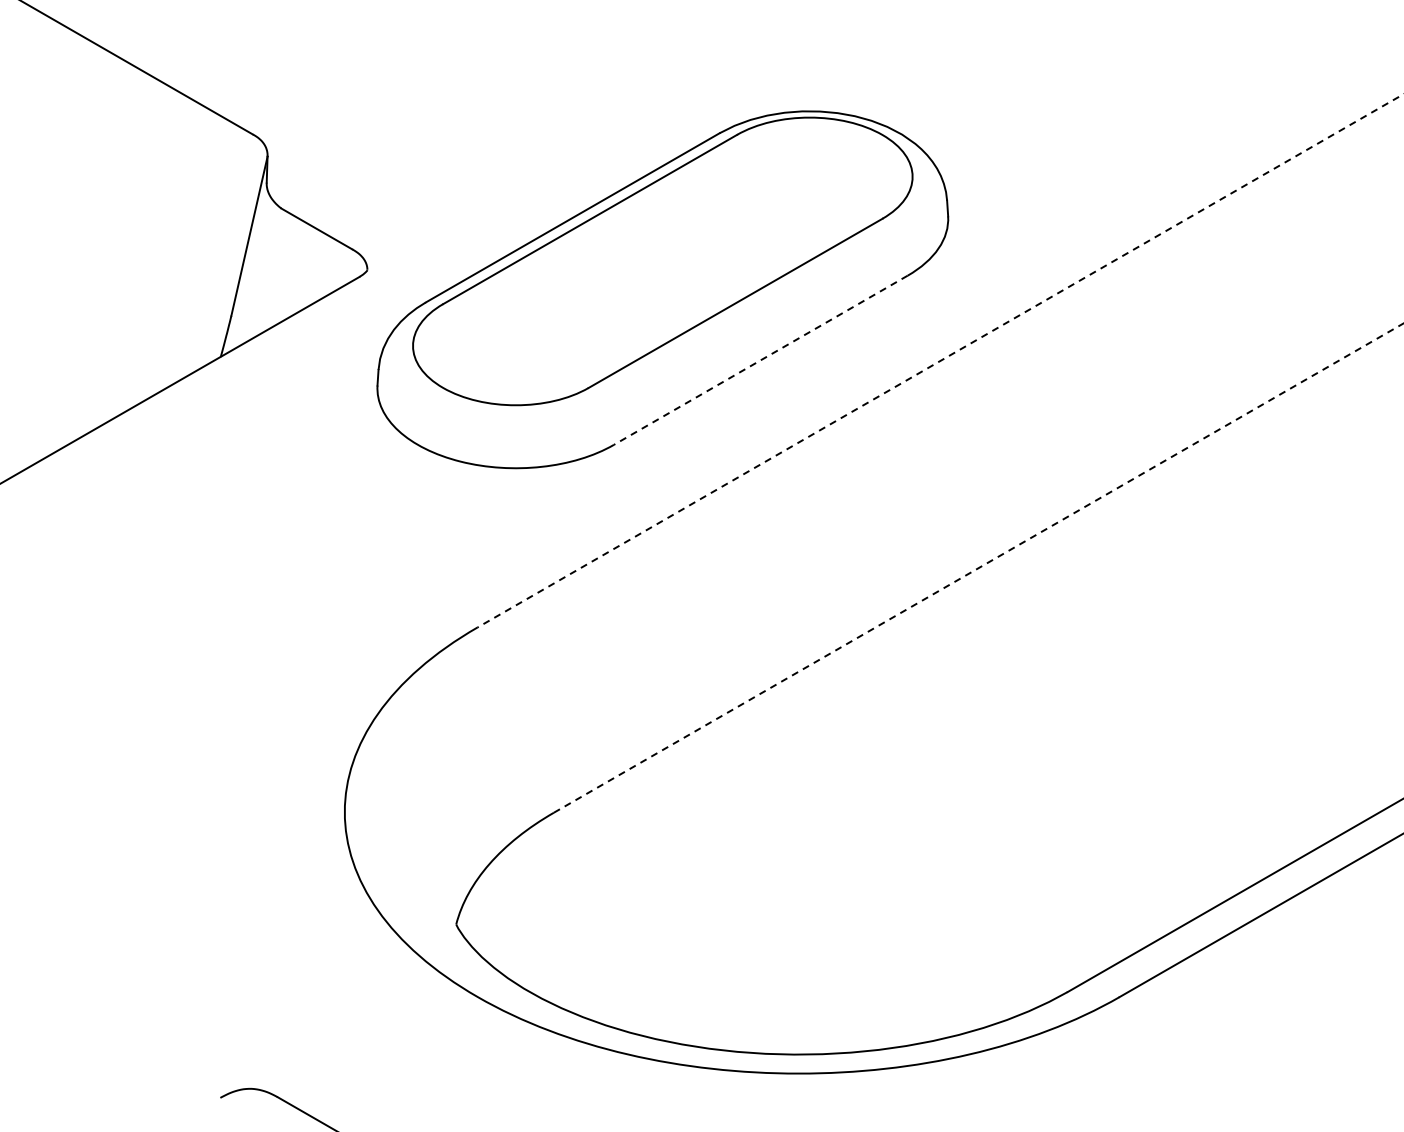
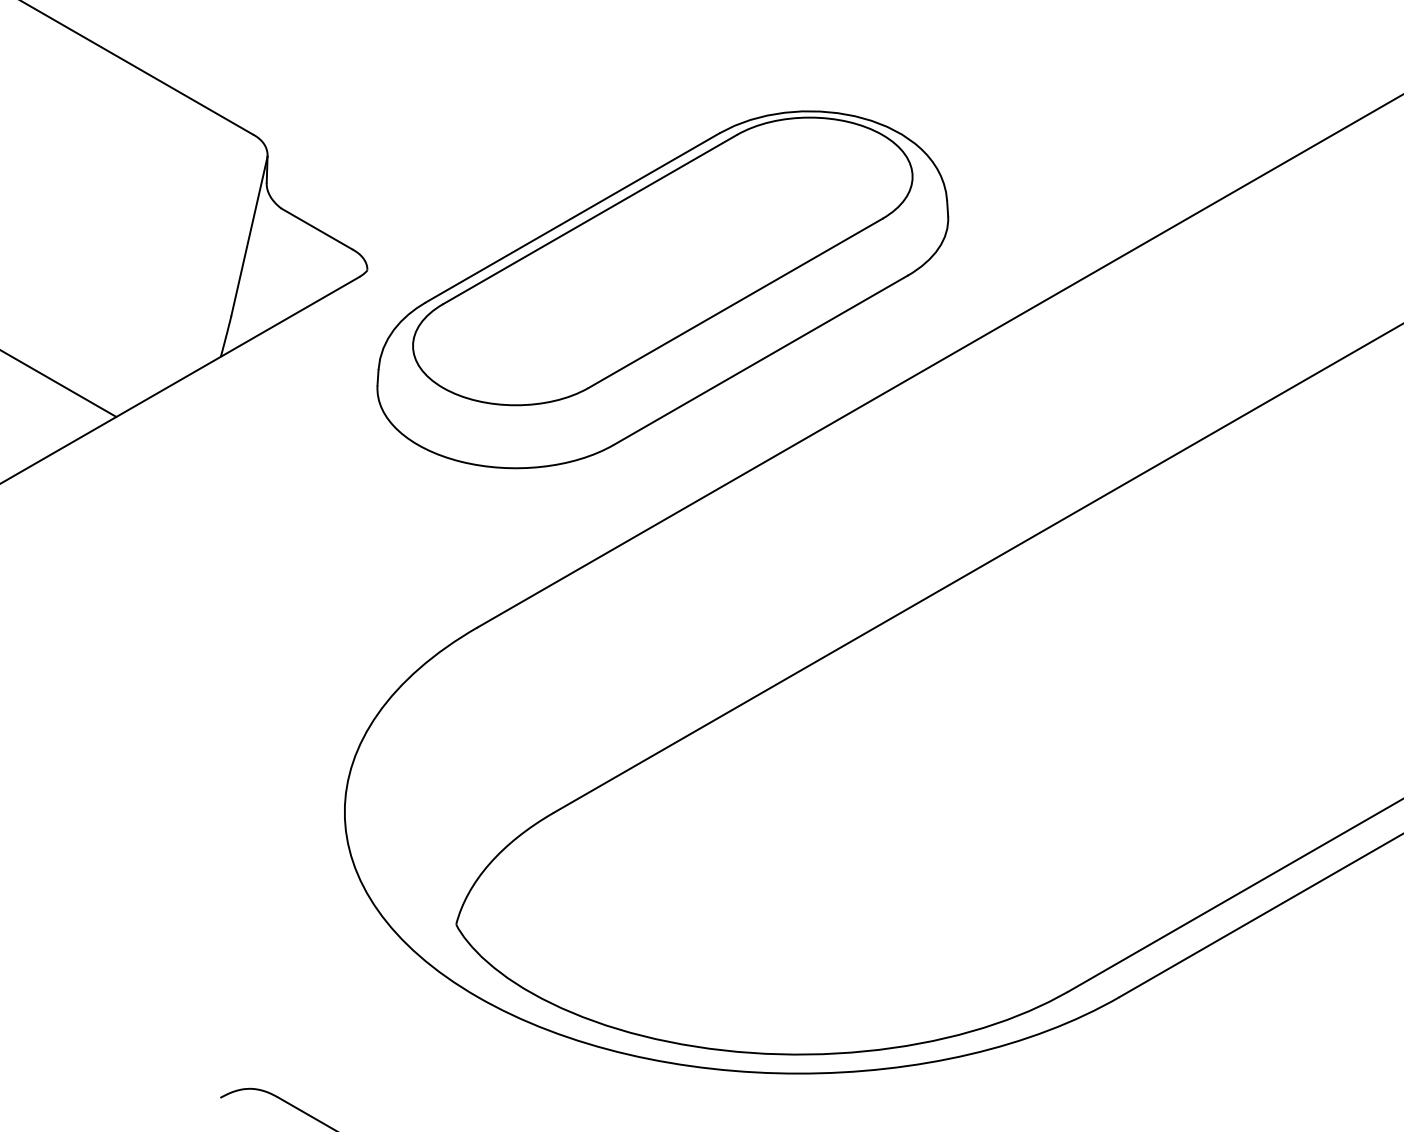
line at (760, 360): dashed -> solid
line at (940, 361): dashed -> solid
line at (59, 383): none -> present
line at (979, 567): dashed -> solid
